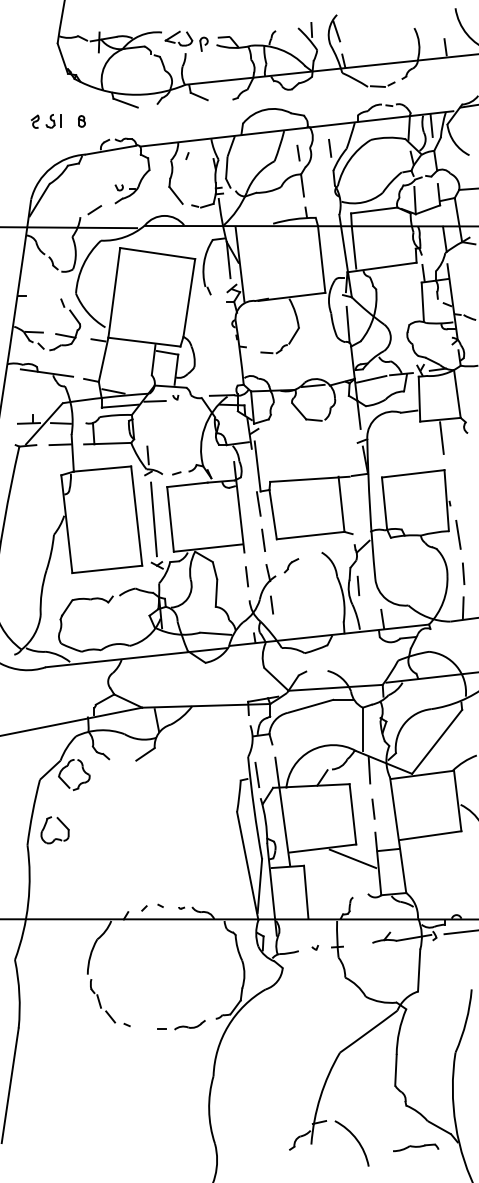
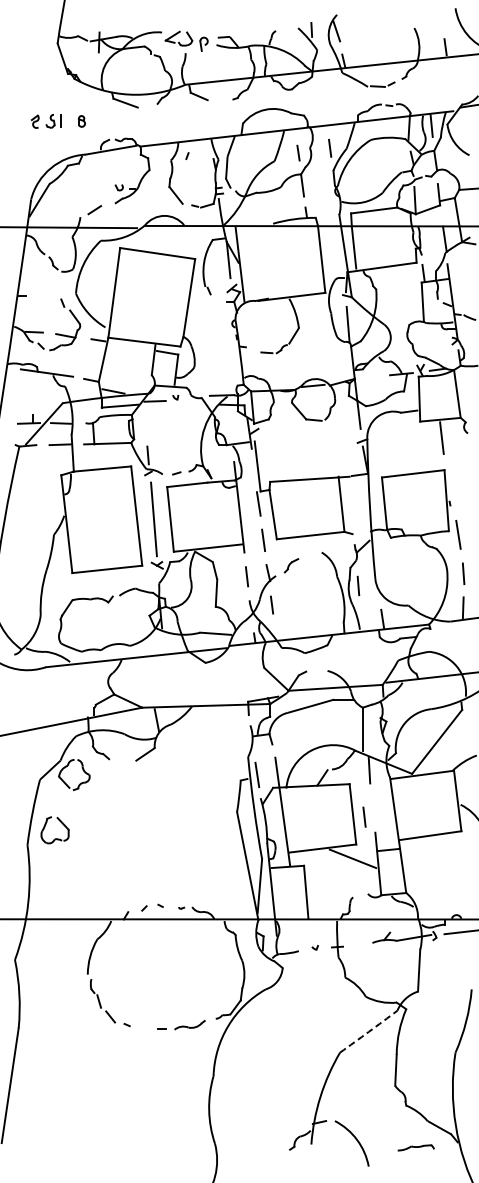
line at (371, 379): present -> none
line at (373, 808) position: (373, 808) -> (364, 816)
arc at (368, 1031): solid -> dashed
part at (416, 1147) size: 47x10 px -> 38x8 px
